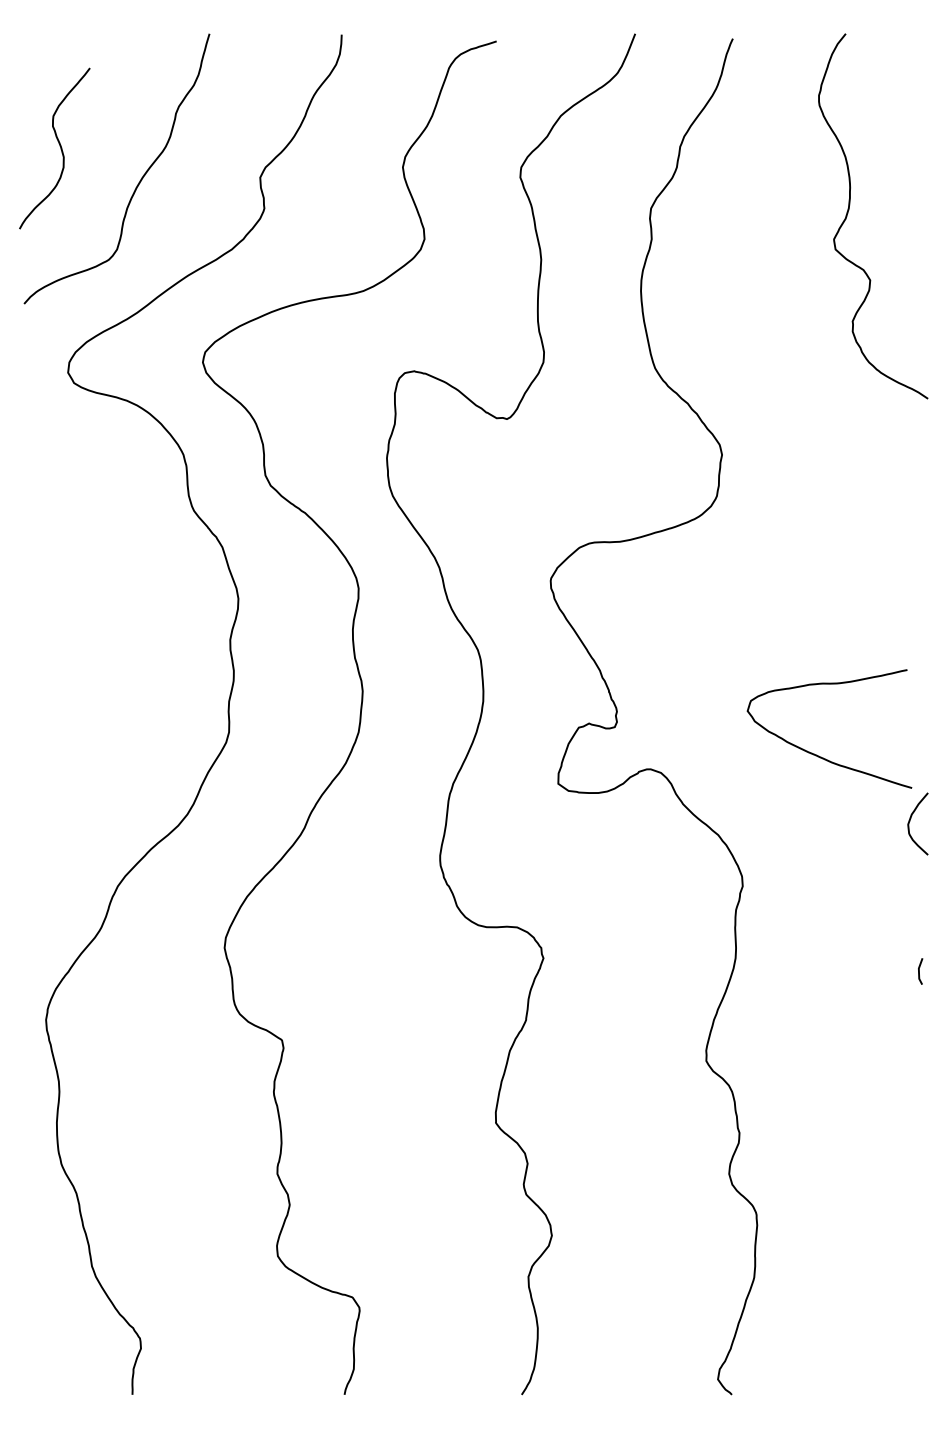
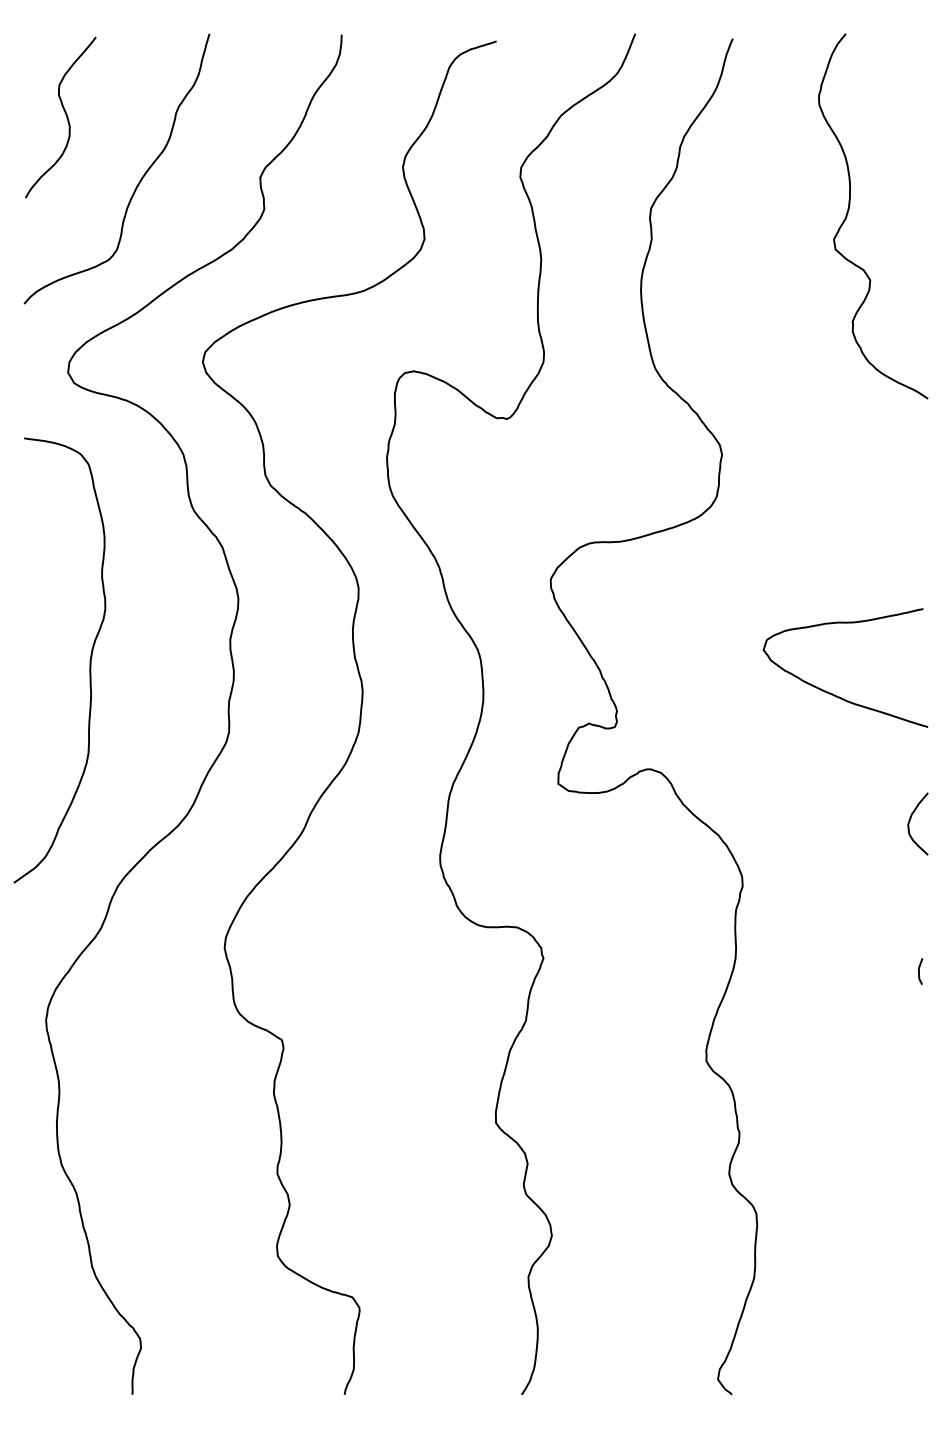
curve at (59, 146) position: (59, 146) -> (65, 115)
curve at (89, 660): none -> present
curve at (816, 754) position: (816, 754) -> (832, 693)
